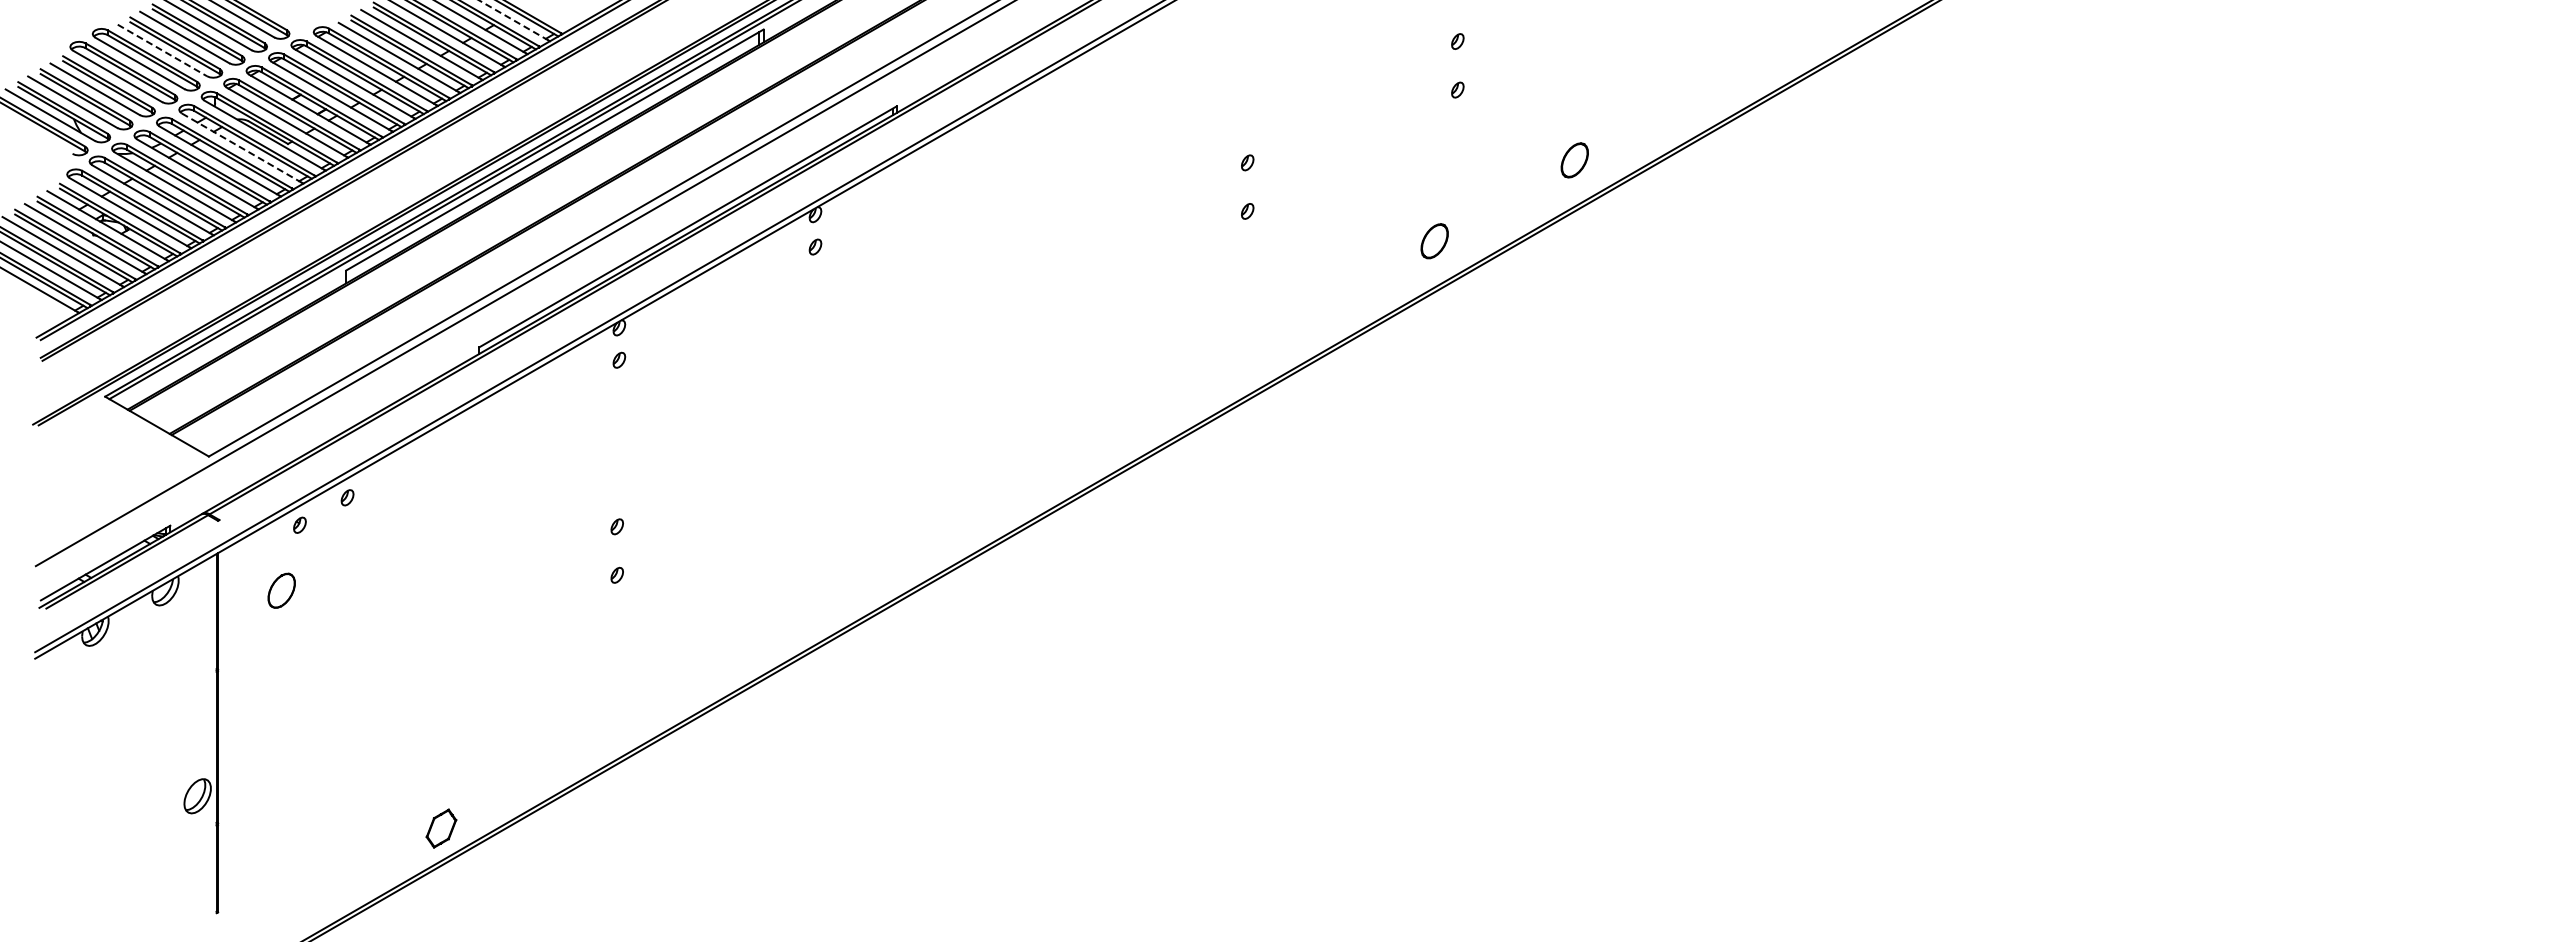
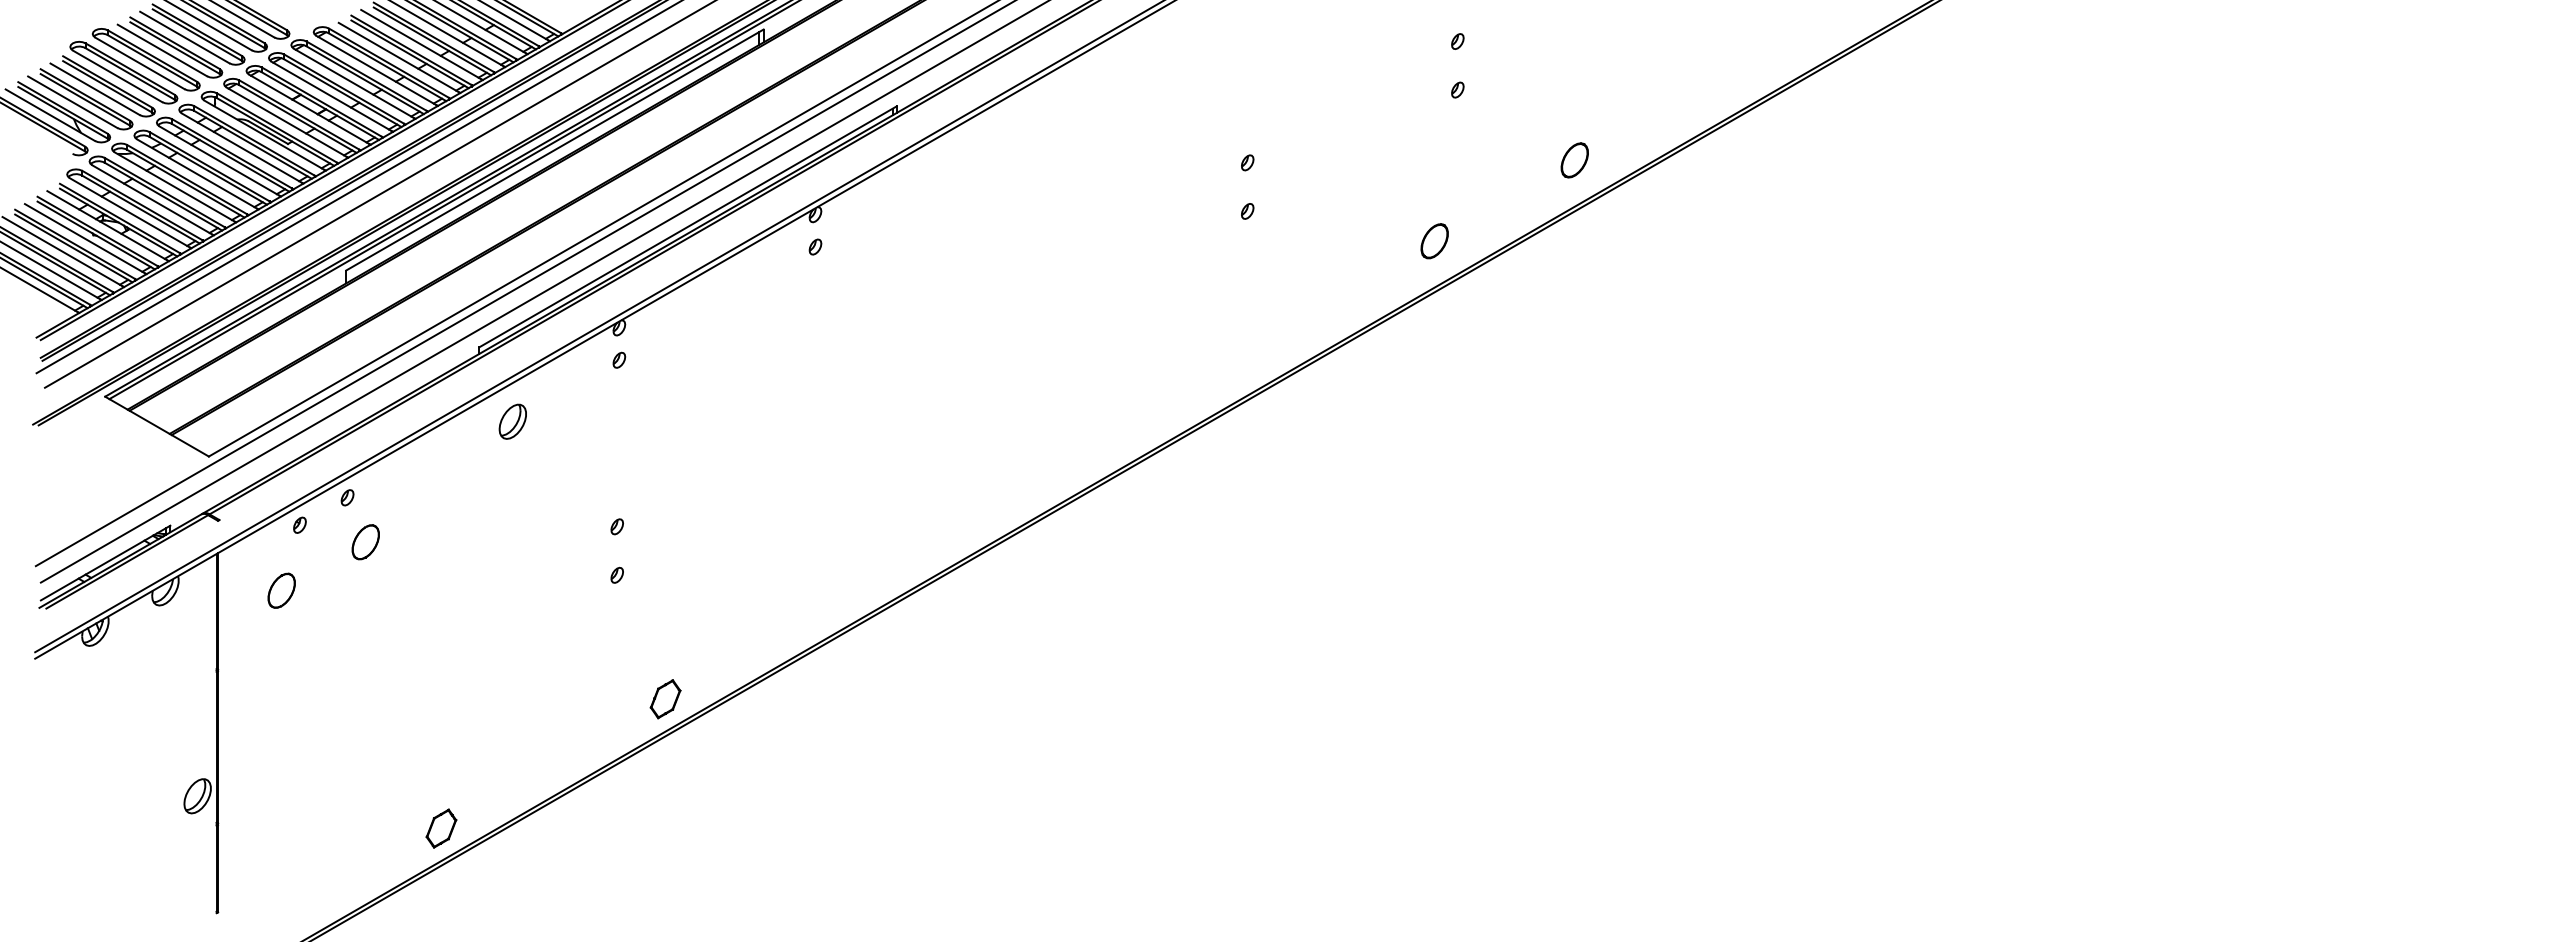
line at (513, 20): dashed -> solid
line at (162, 50): dashed -> solid
line at (242, 148): dashed -> solid
line at (357, 187): none -> present
line at (378, 194): none -> present
line at (543, 292): none -> present
part at (512, 421): none -> present
part at (365, 542): none -> present
part at (665, 699): none -> present
